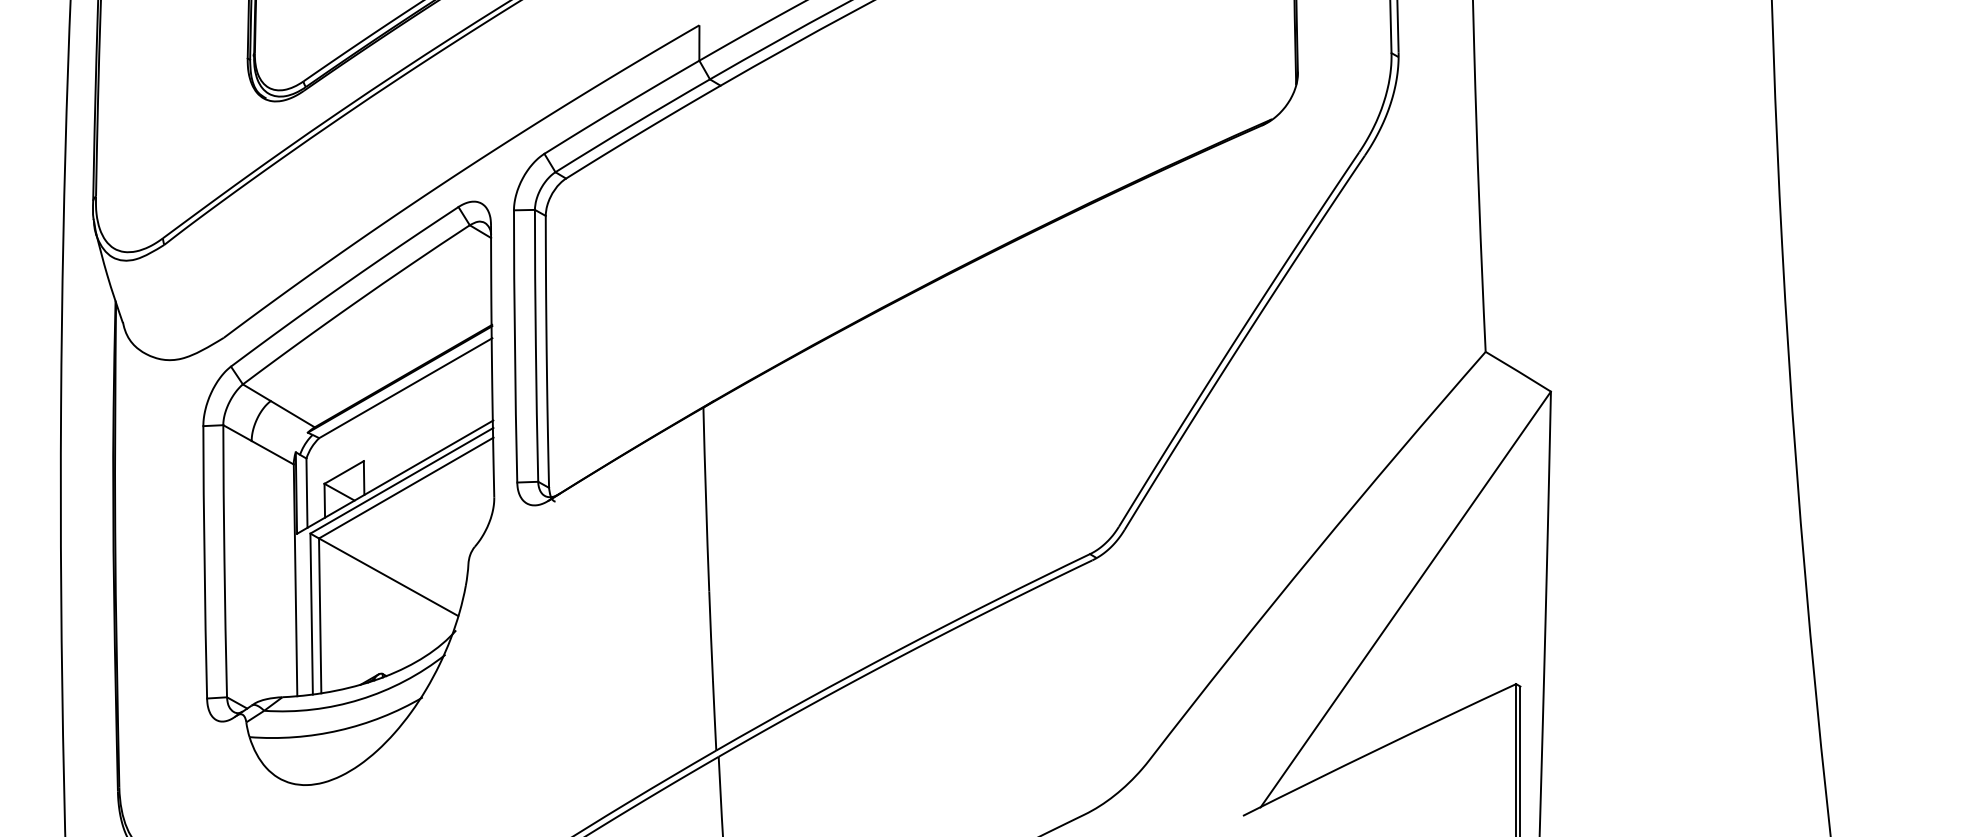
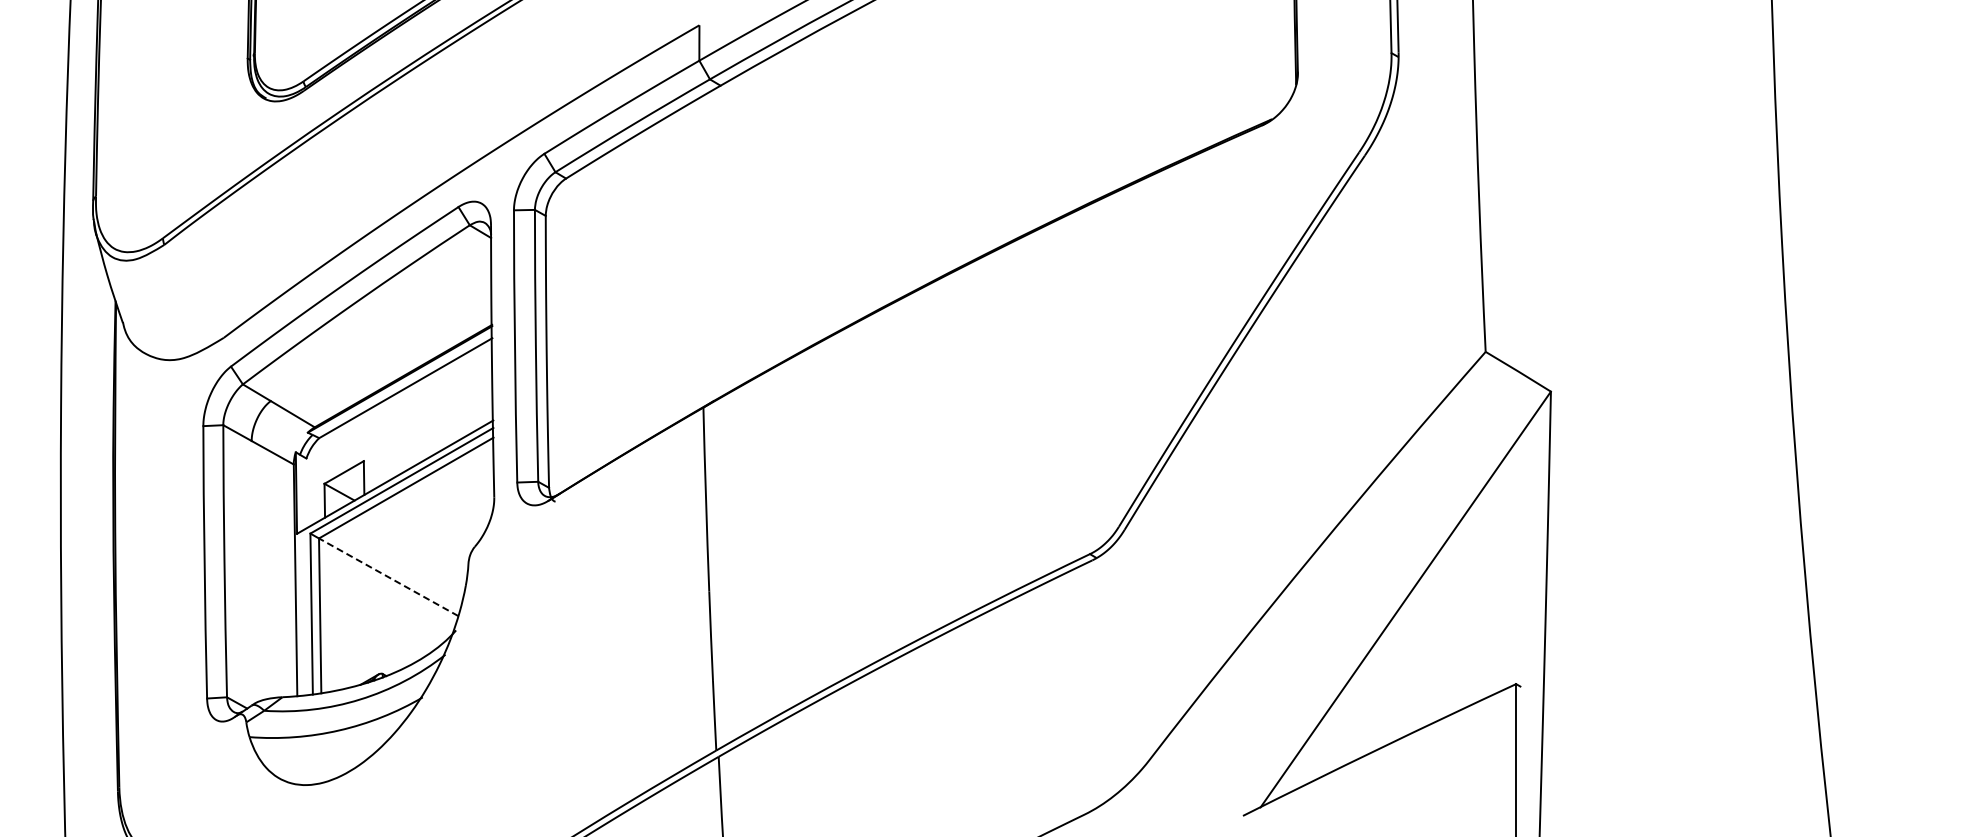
line at (306, 492): present -> none
line at (388, 577): solid -> dashed
line at (1520, 759): present -> none
